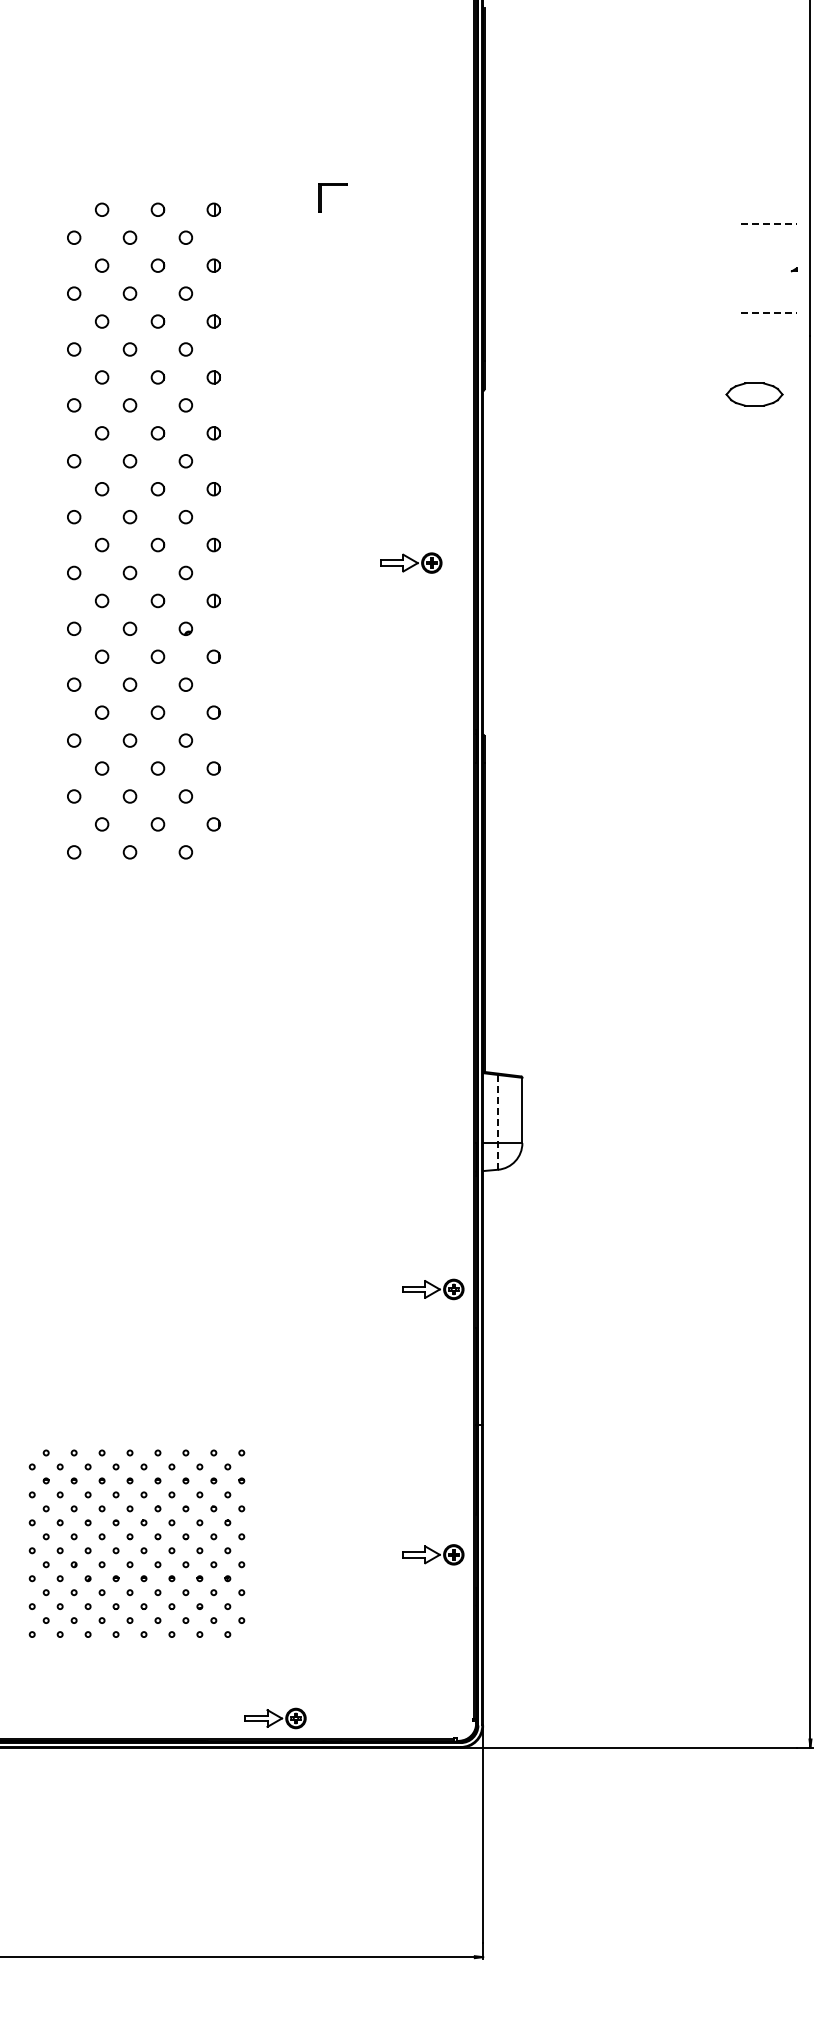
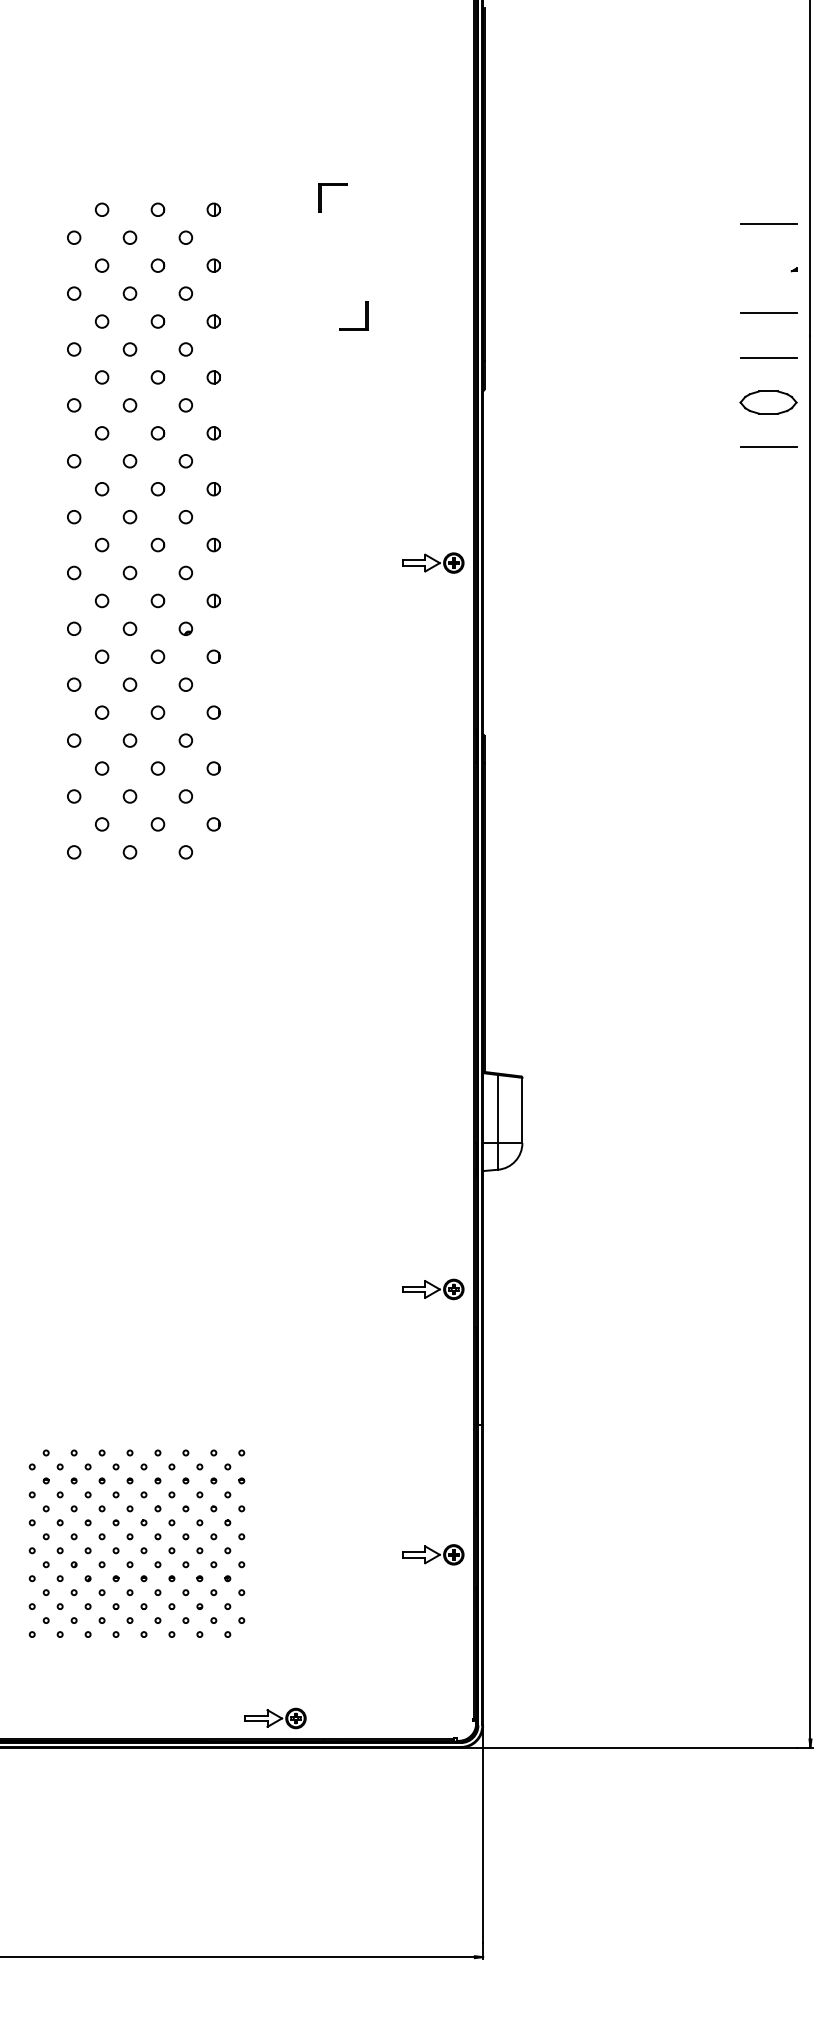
line at (768, 223): dashed -> solid
line at (768, 313): dashed -> solid
part at (365, 315): none -> present
line at (768, 357): none -> present
part at (754, 394) position: (754, 394) -> (768, 402)
line at (768, 446): none -> present
part at (411, 562) position: (411, 562) -> (433, 562)
line at (498, 1122): dashed -> solid
